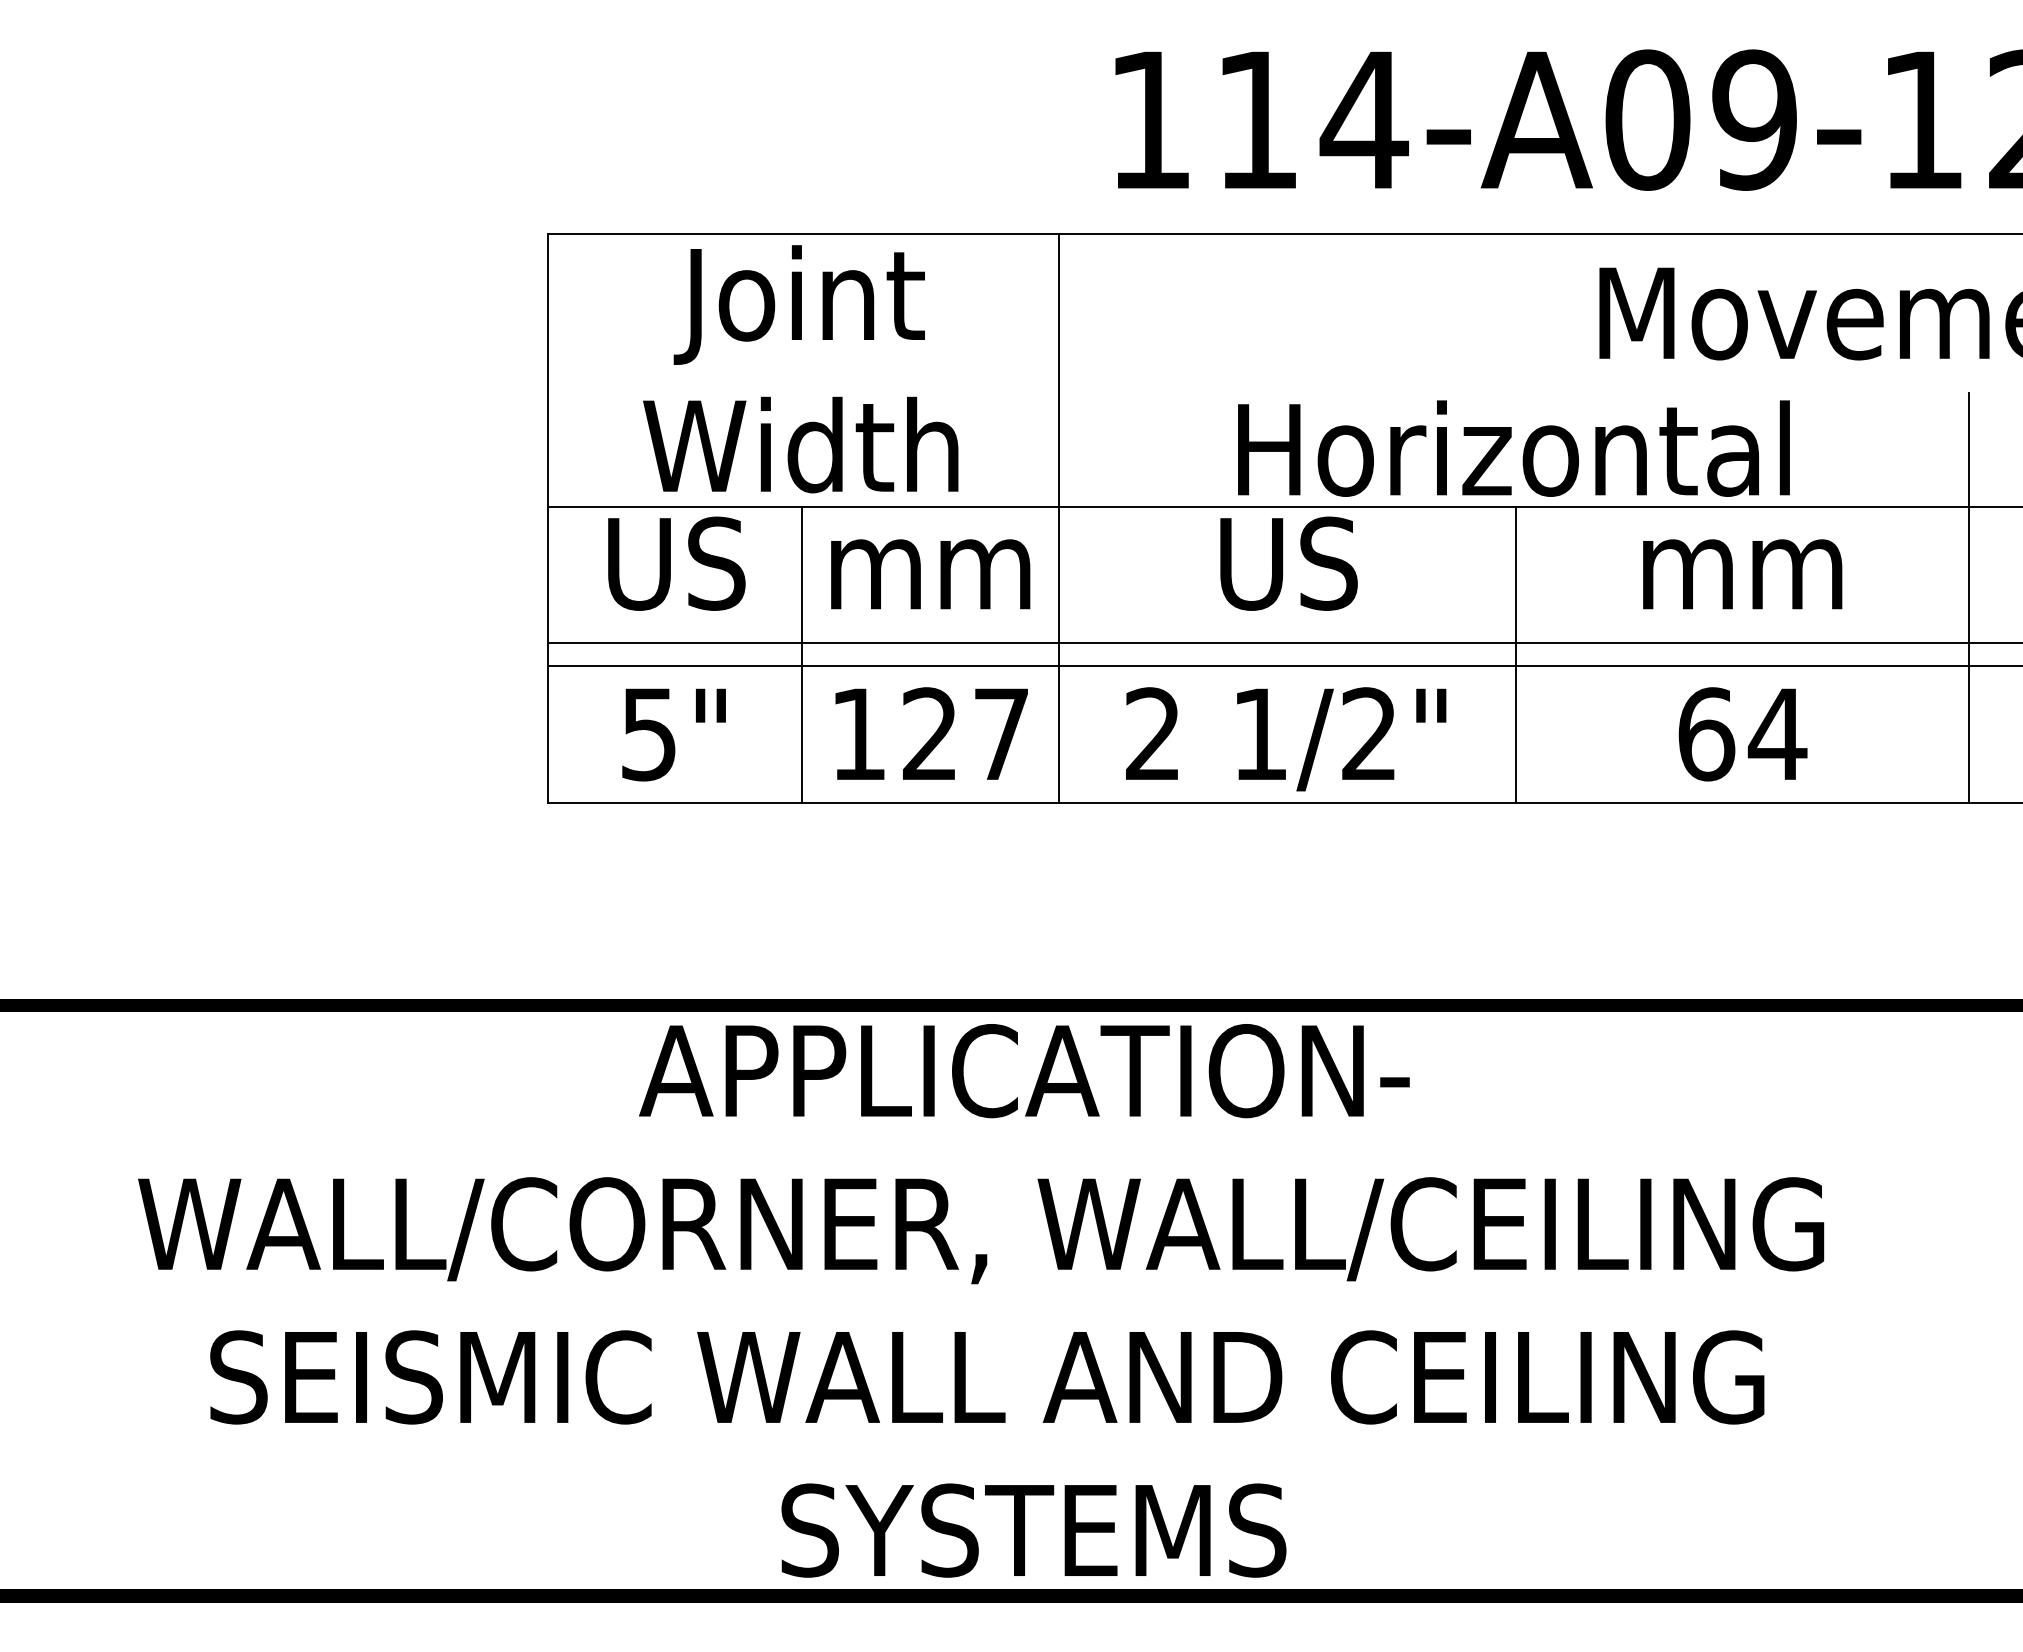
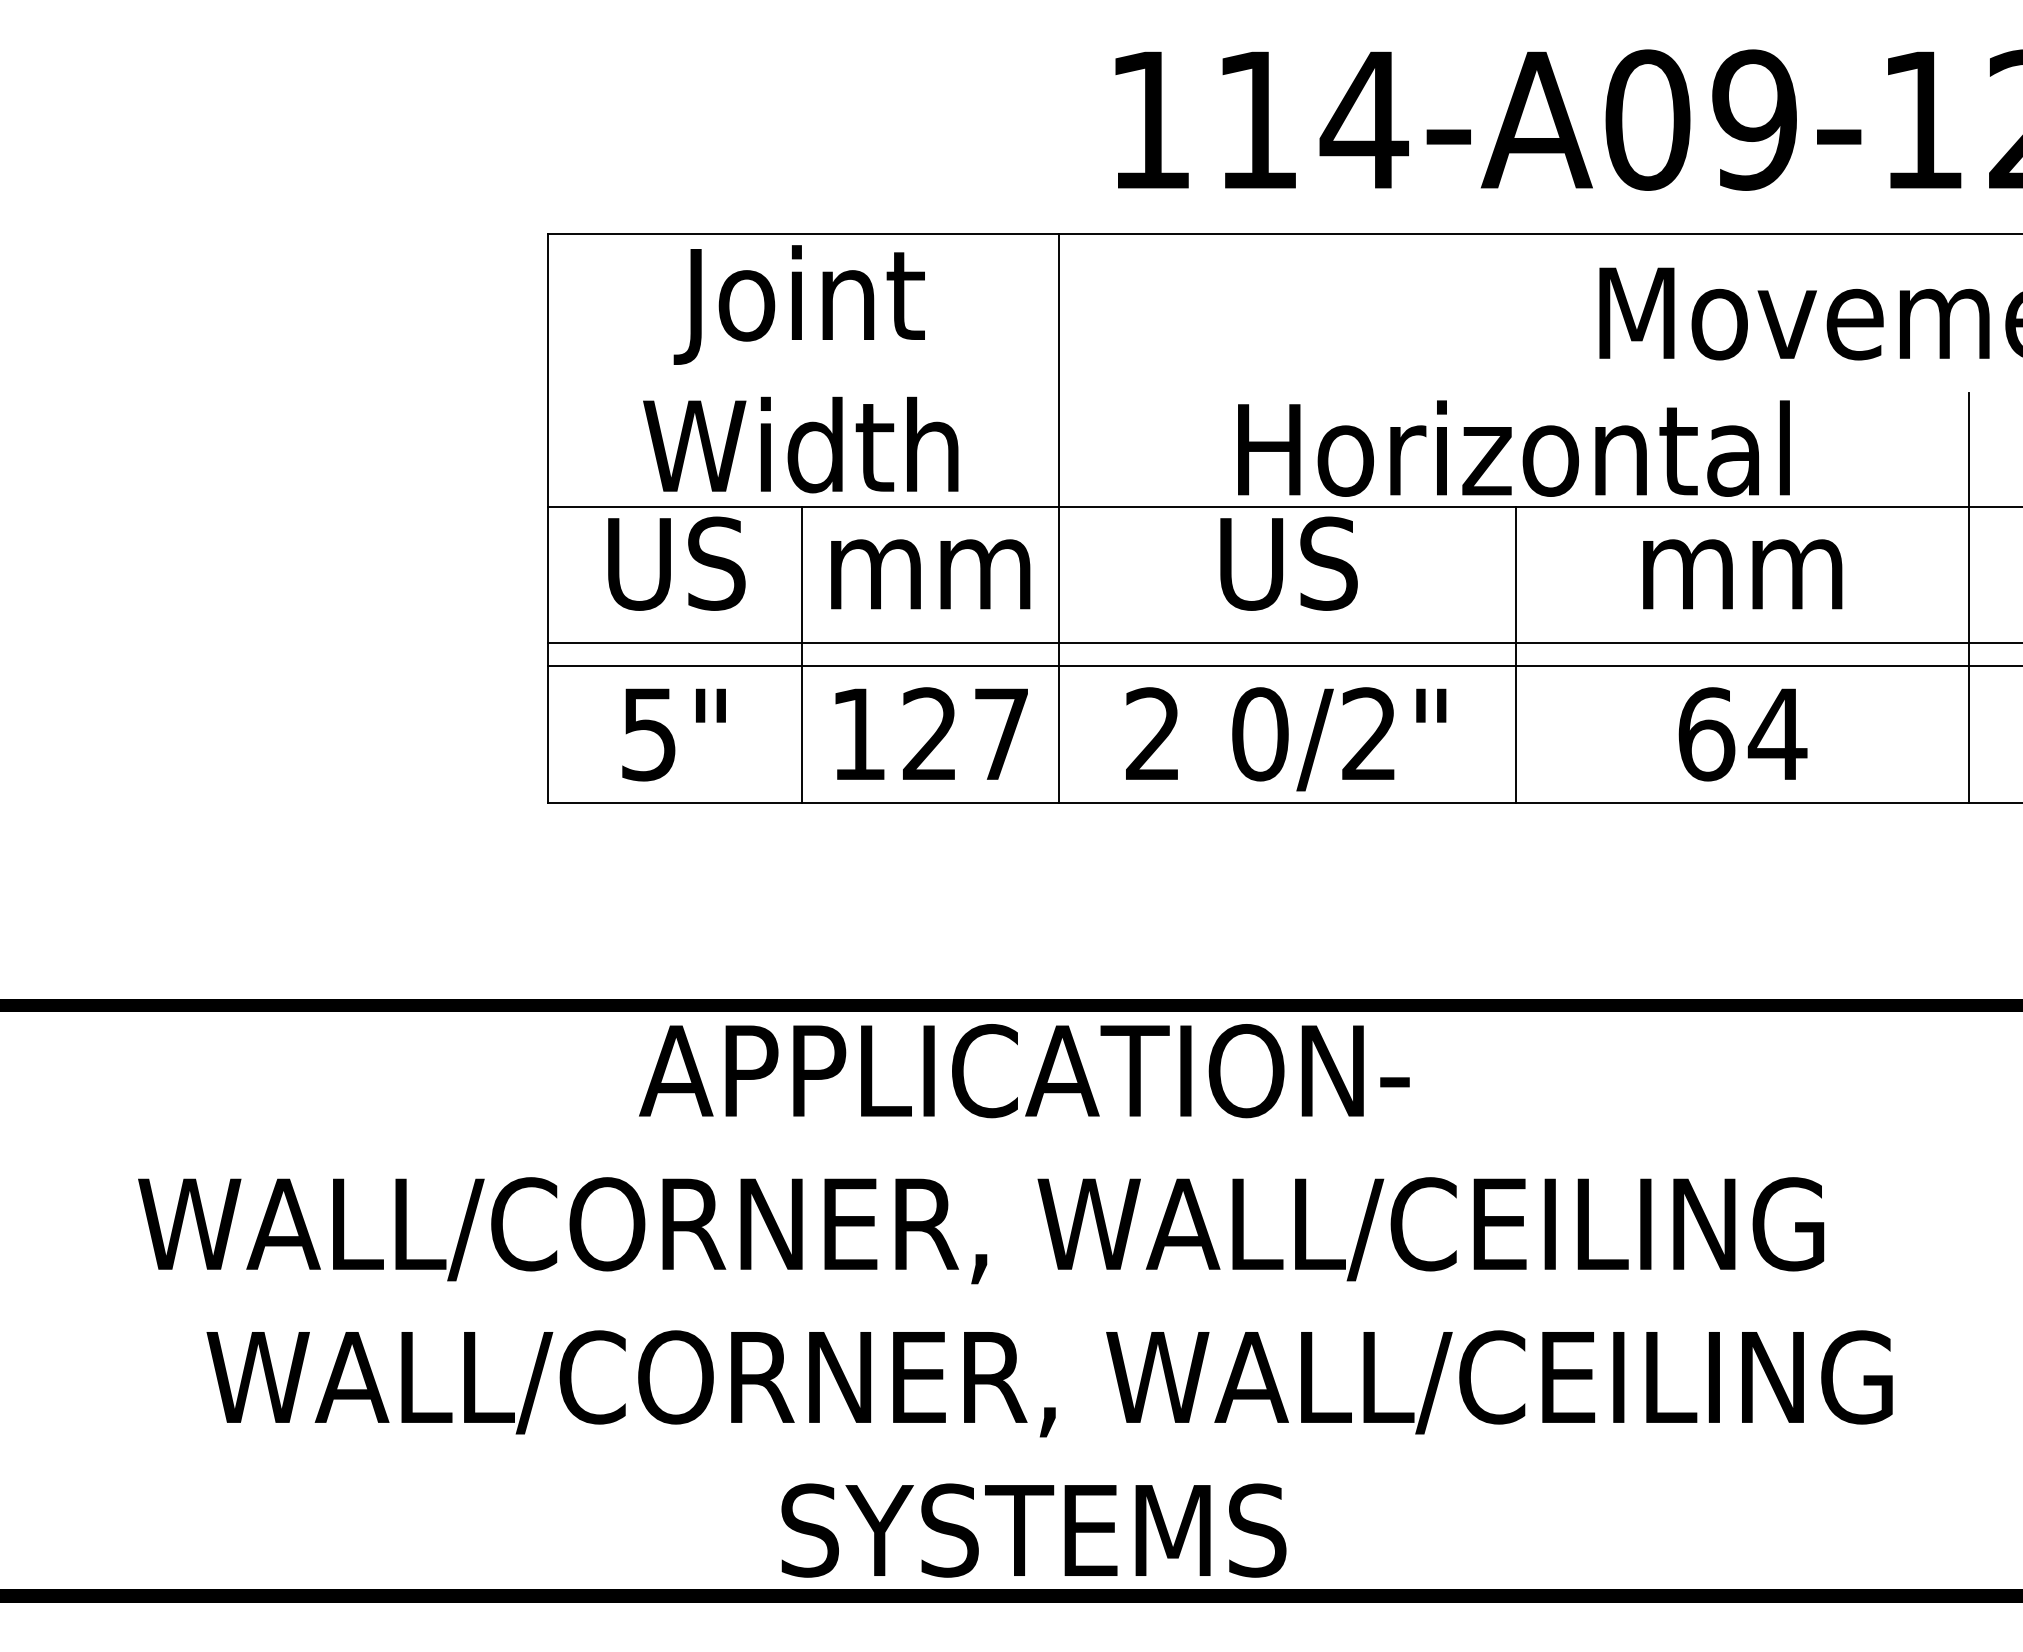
text at (1260, 734): 1/2" -> 0/2"
text at (1049, 1383): SEISMIC WALL AND CEILING -> WALL/CORNER, WALL/CEILING
